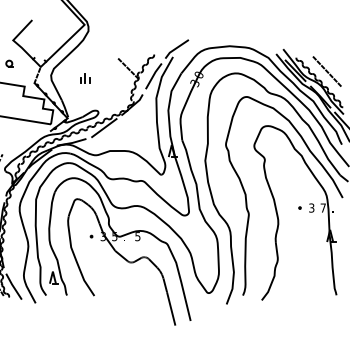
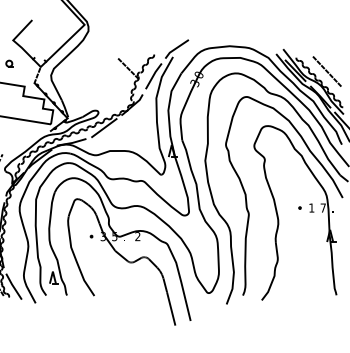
part at (85, 78): present -> none
text at (311, 207): 3 -> 1
text at (137, 236): 5 -> 2
